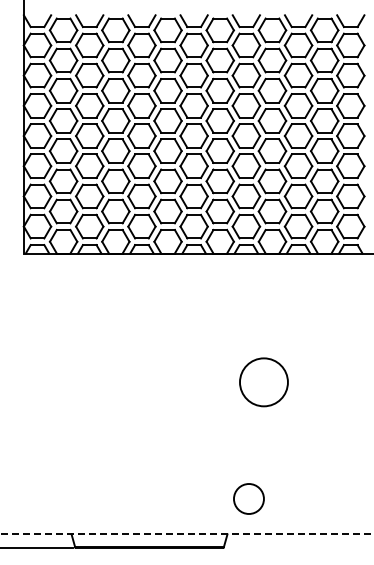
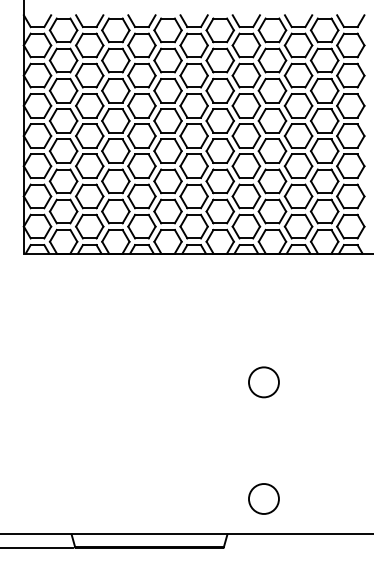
circle at (263, 382) diameter: 48 px -> 30 px
circle at (248, 498) position: (248, 498) -> (263, 498)
line at (187, 534): dashed -> solid
